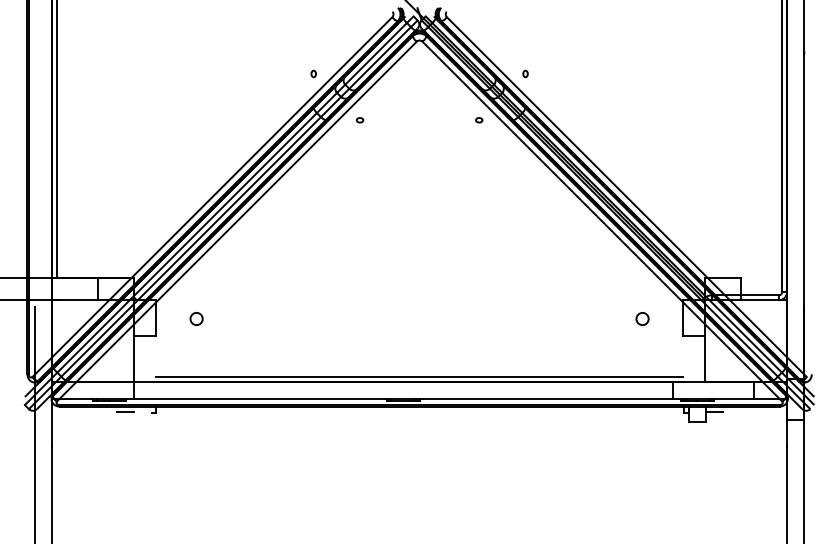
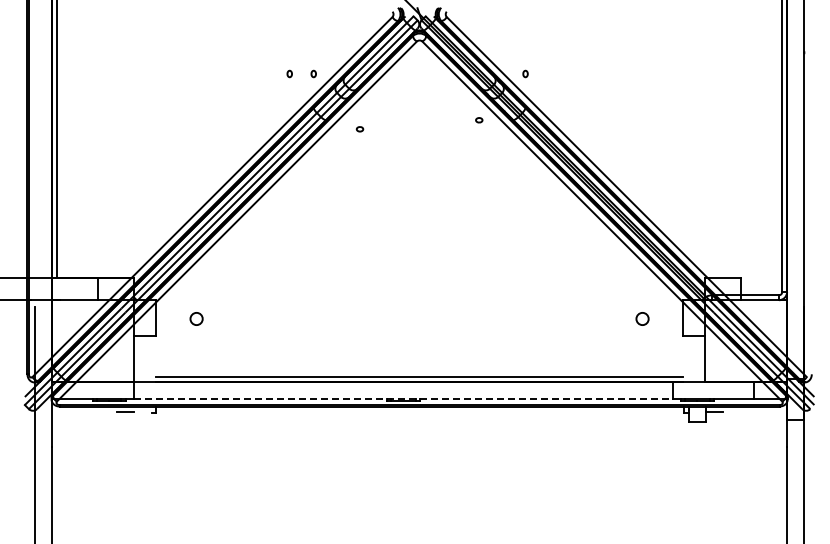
part at (289, 73): none -> present
part at (359, 120) position: (359, 120) -> (359, 129)
line at (403, 399): solid -> dashed
